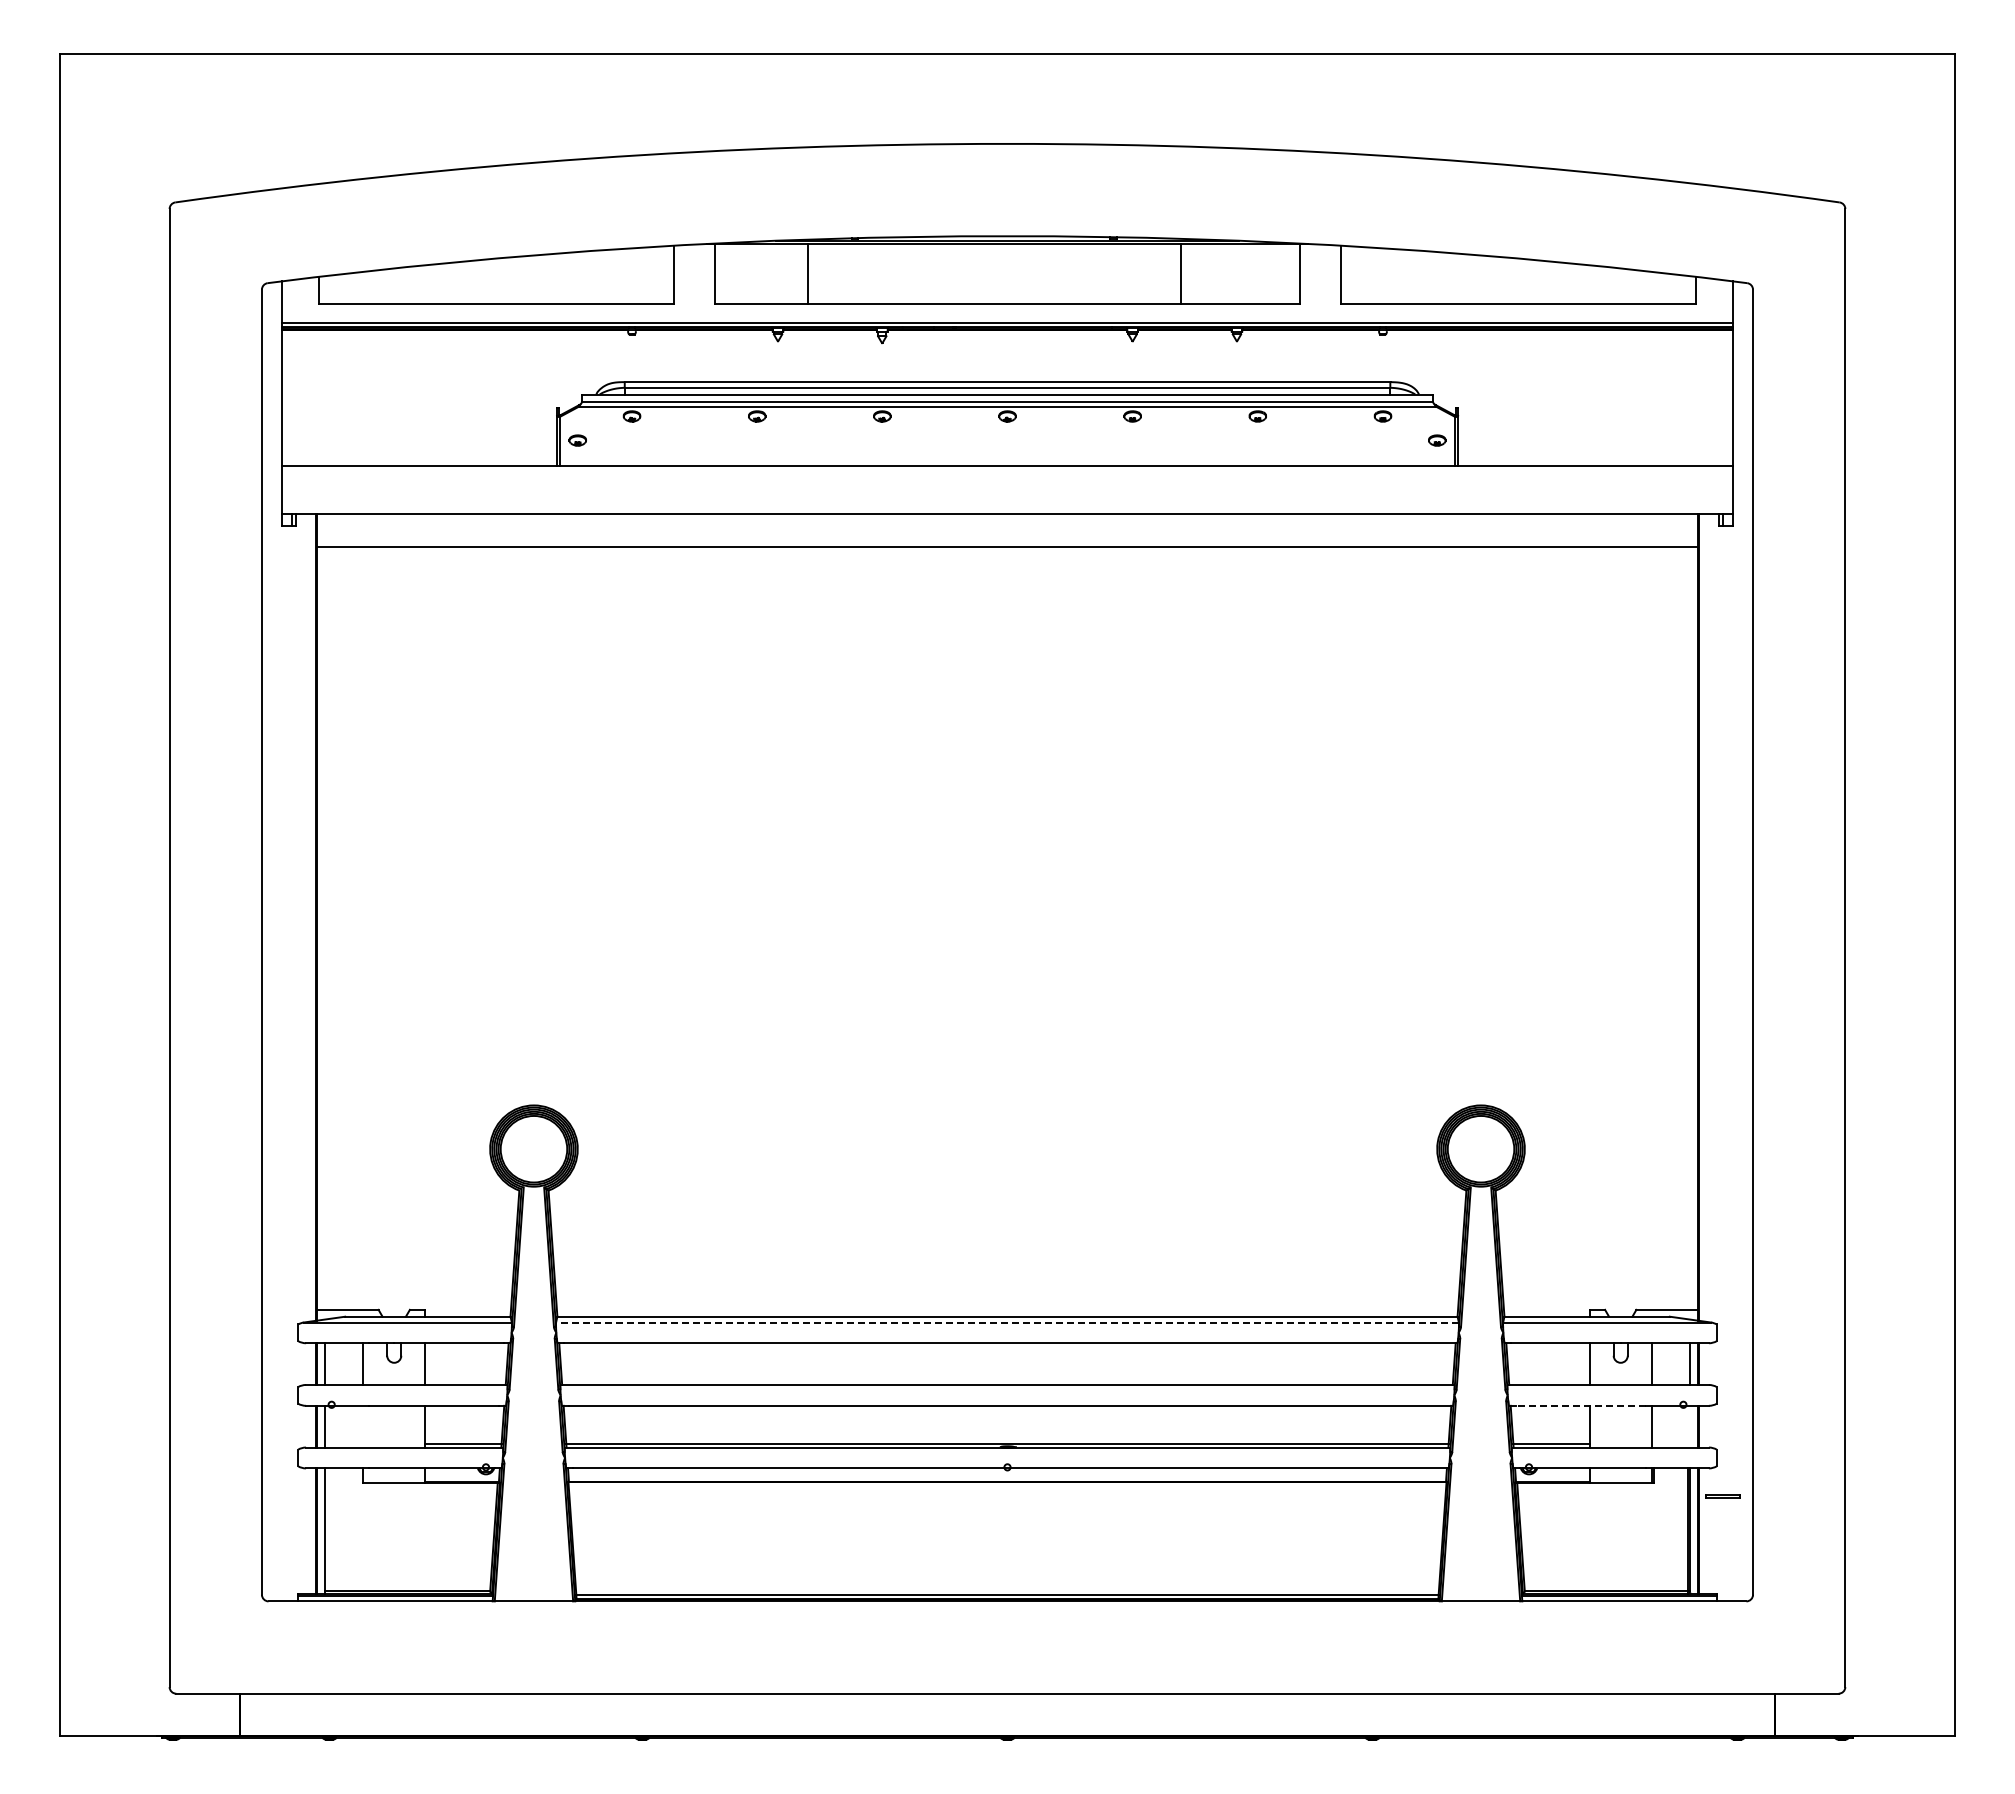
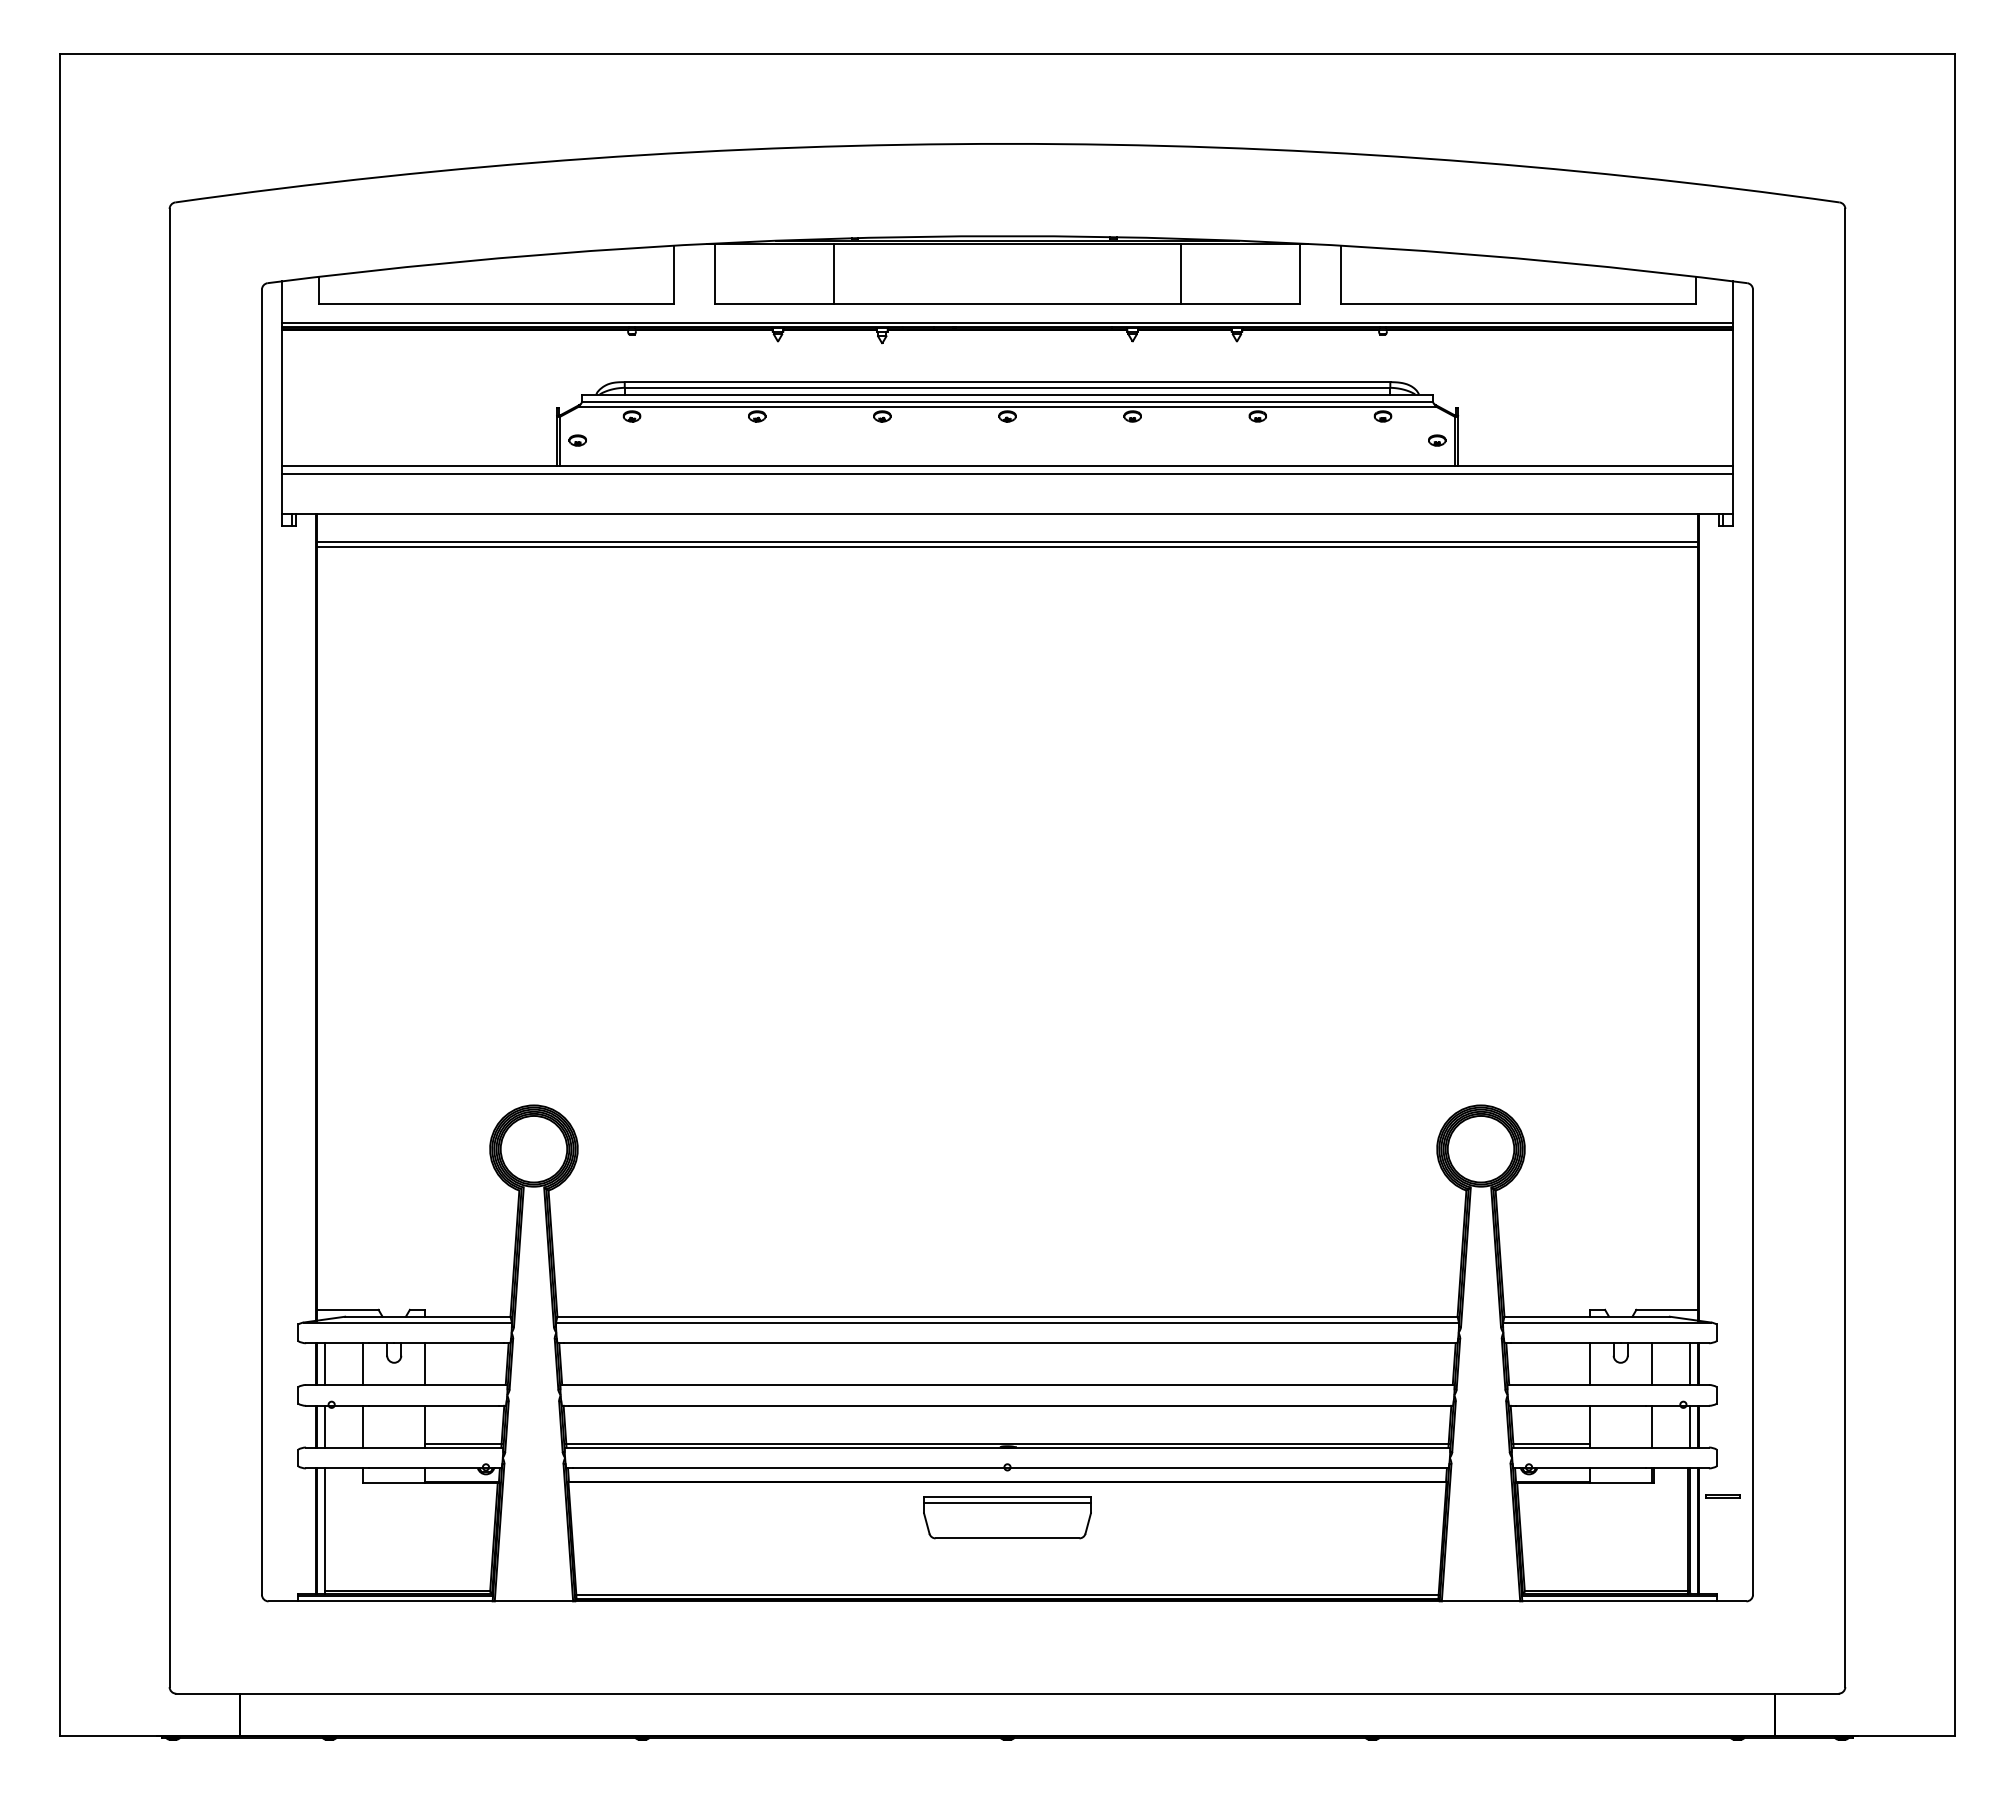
line at (808, 273) position: (808, 273) -> (834, 273)
line at (1007, 473): none -> present
line at (1007, 542): none -> present
line at (1007, 1322): dashed -> solid
line at (1580, 1405): dashed -> solid
line at (362, 1426): none -> present
line at (1689, 1426): none -> present
part at (1007, 1517): none -> present
